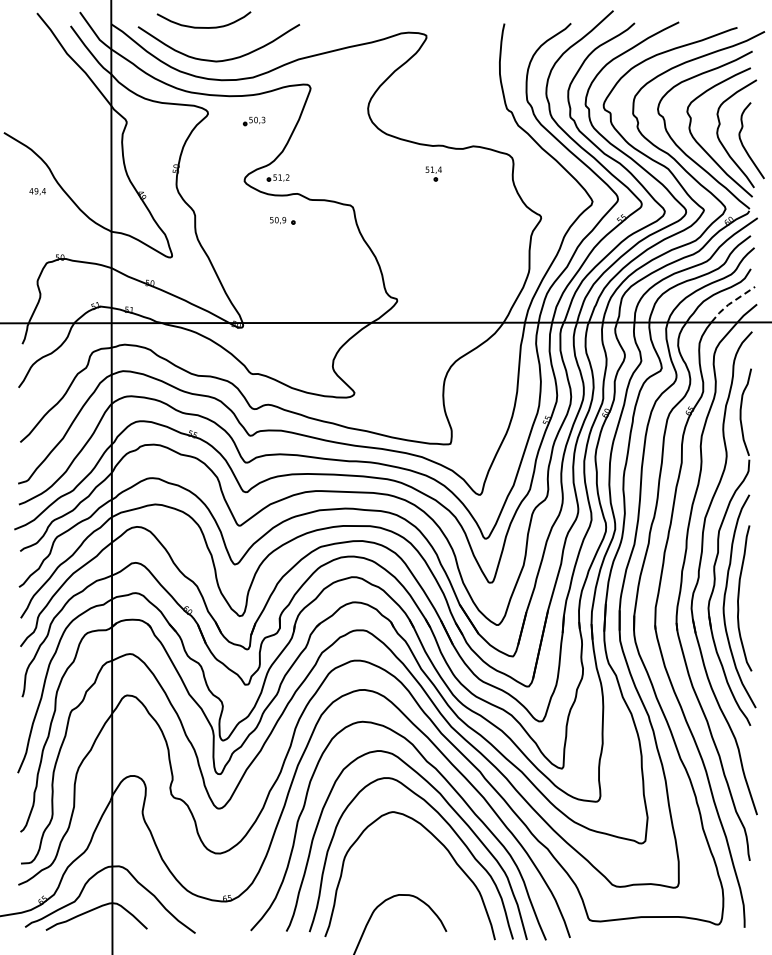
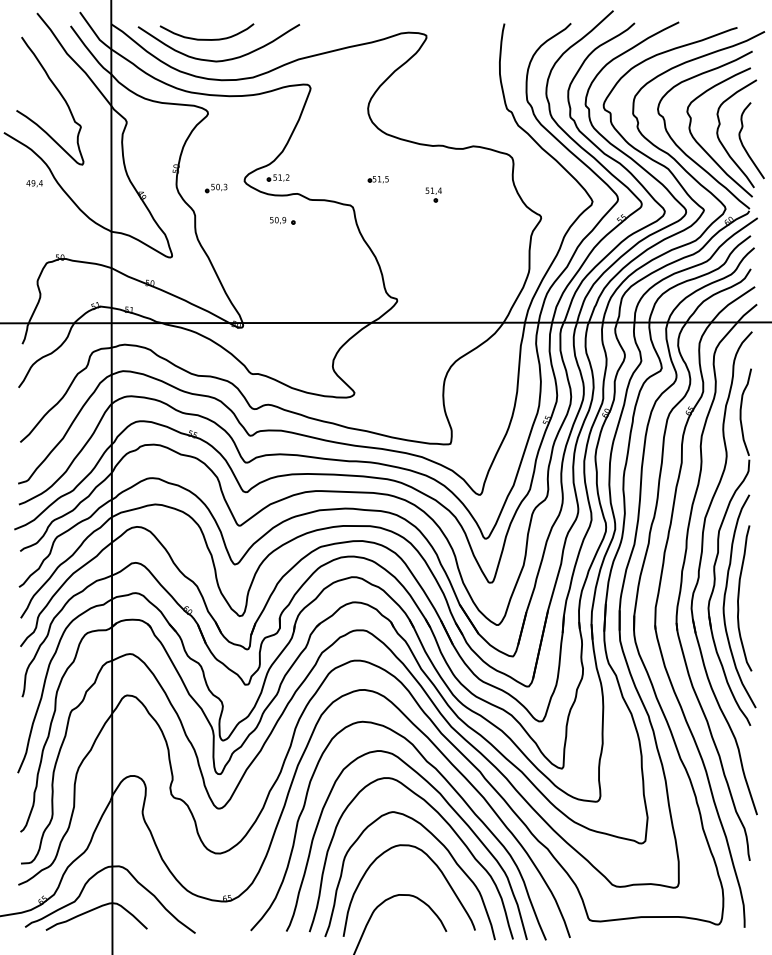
curve at (201, 26) position: (201, 26) -> (204, 38)
curve at (59, 94): none -> present
part at (254, 121) position: (254, 121) -> (216, 188)
part at (433, 173) position: (433, 173) -> (433, 194)
part at (377, 179): none -> present
text at (37, 191) position: (37, 191) -> (34, 183)
line at (730, 303): dashed -> solid
curve at (437, 868): none -> present
